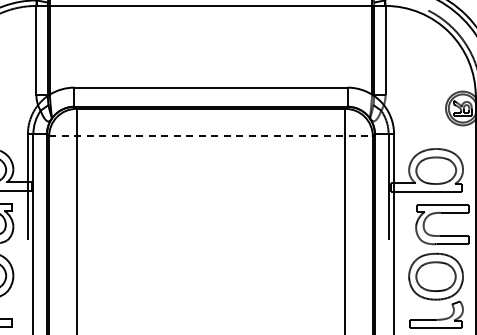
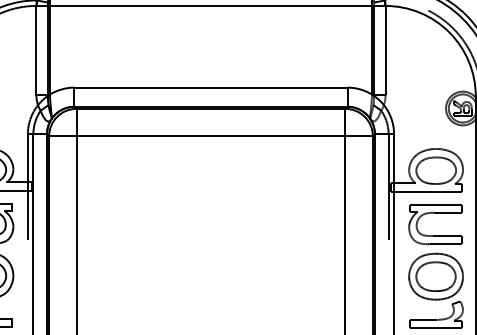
line at (210, 136): dashed -> solid
part at (442, 213) position: (442, 213) -> (435, 213)
